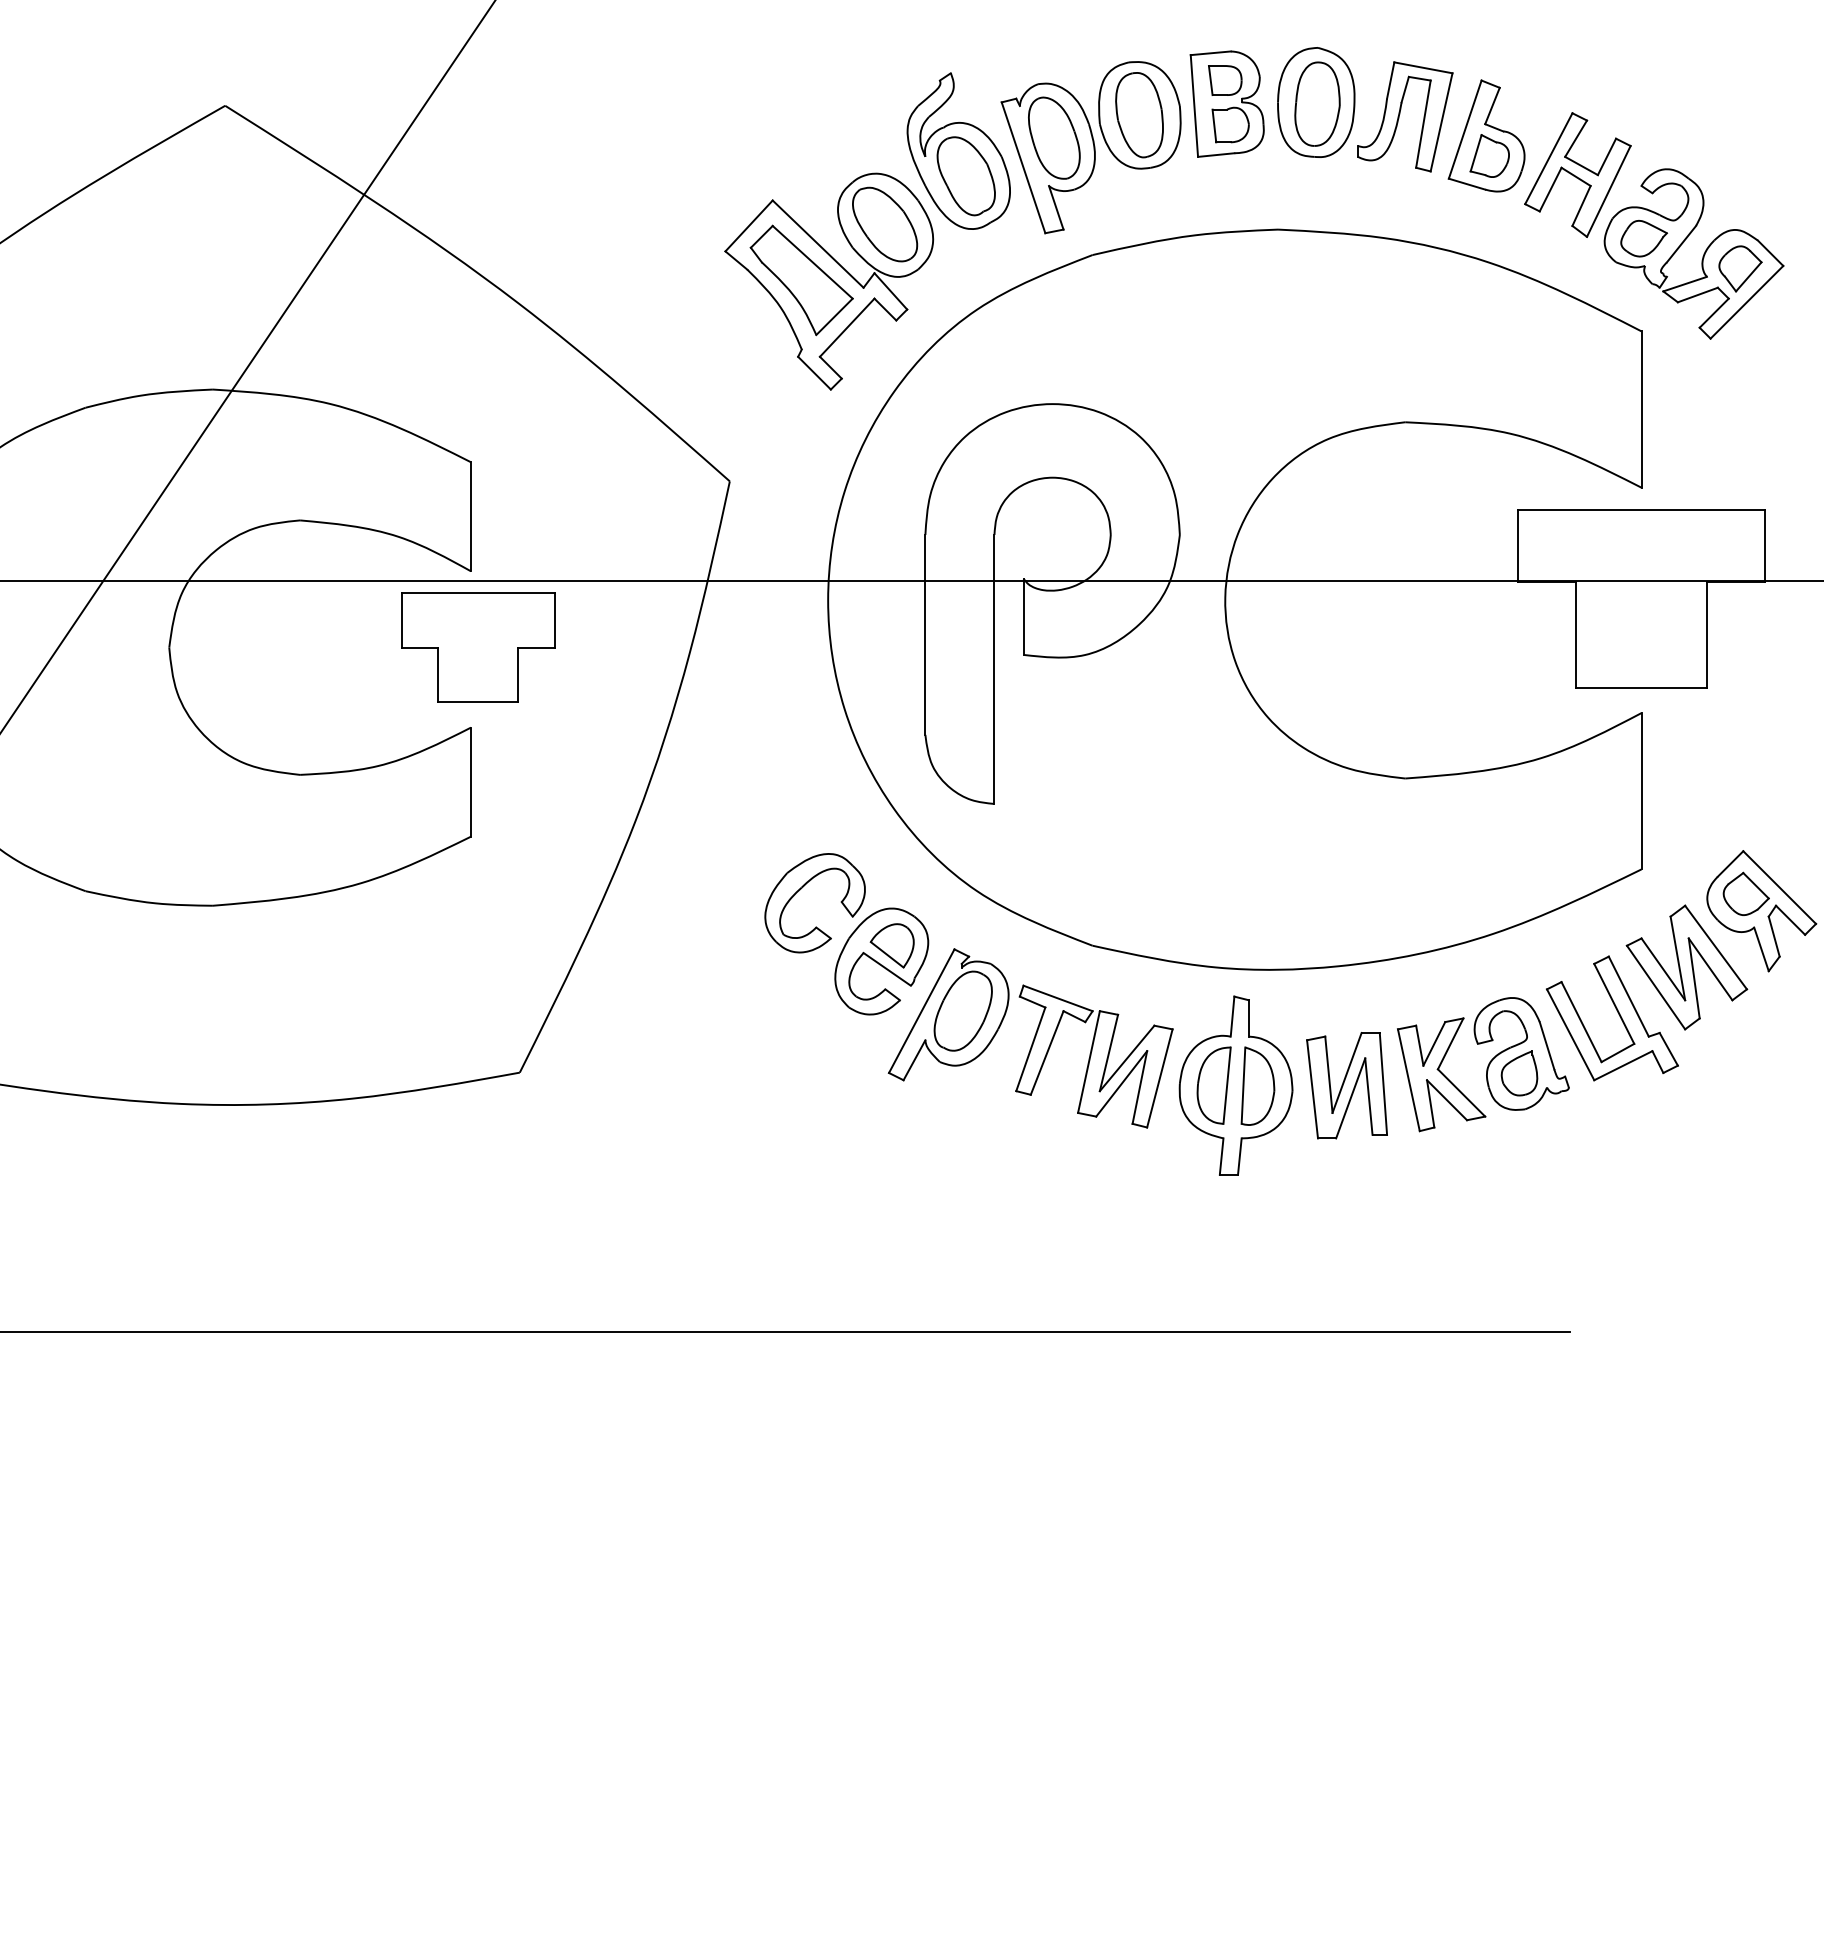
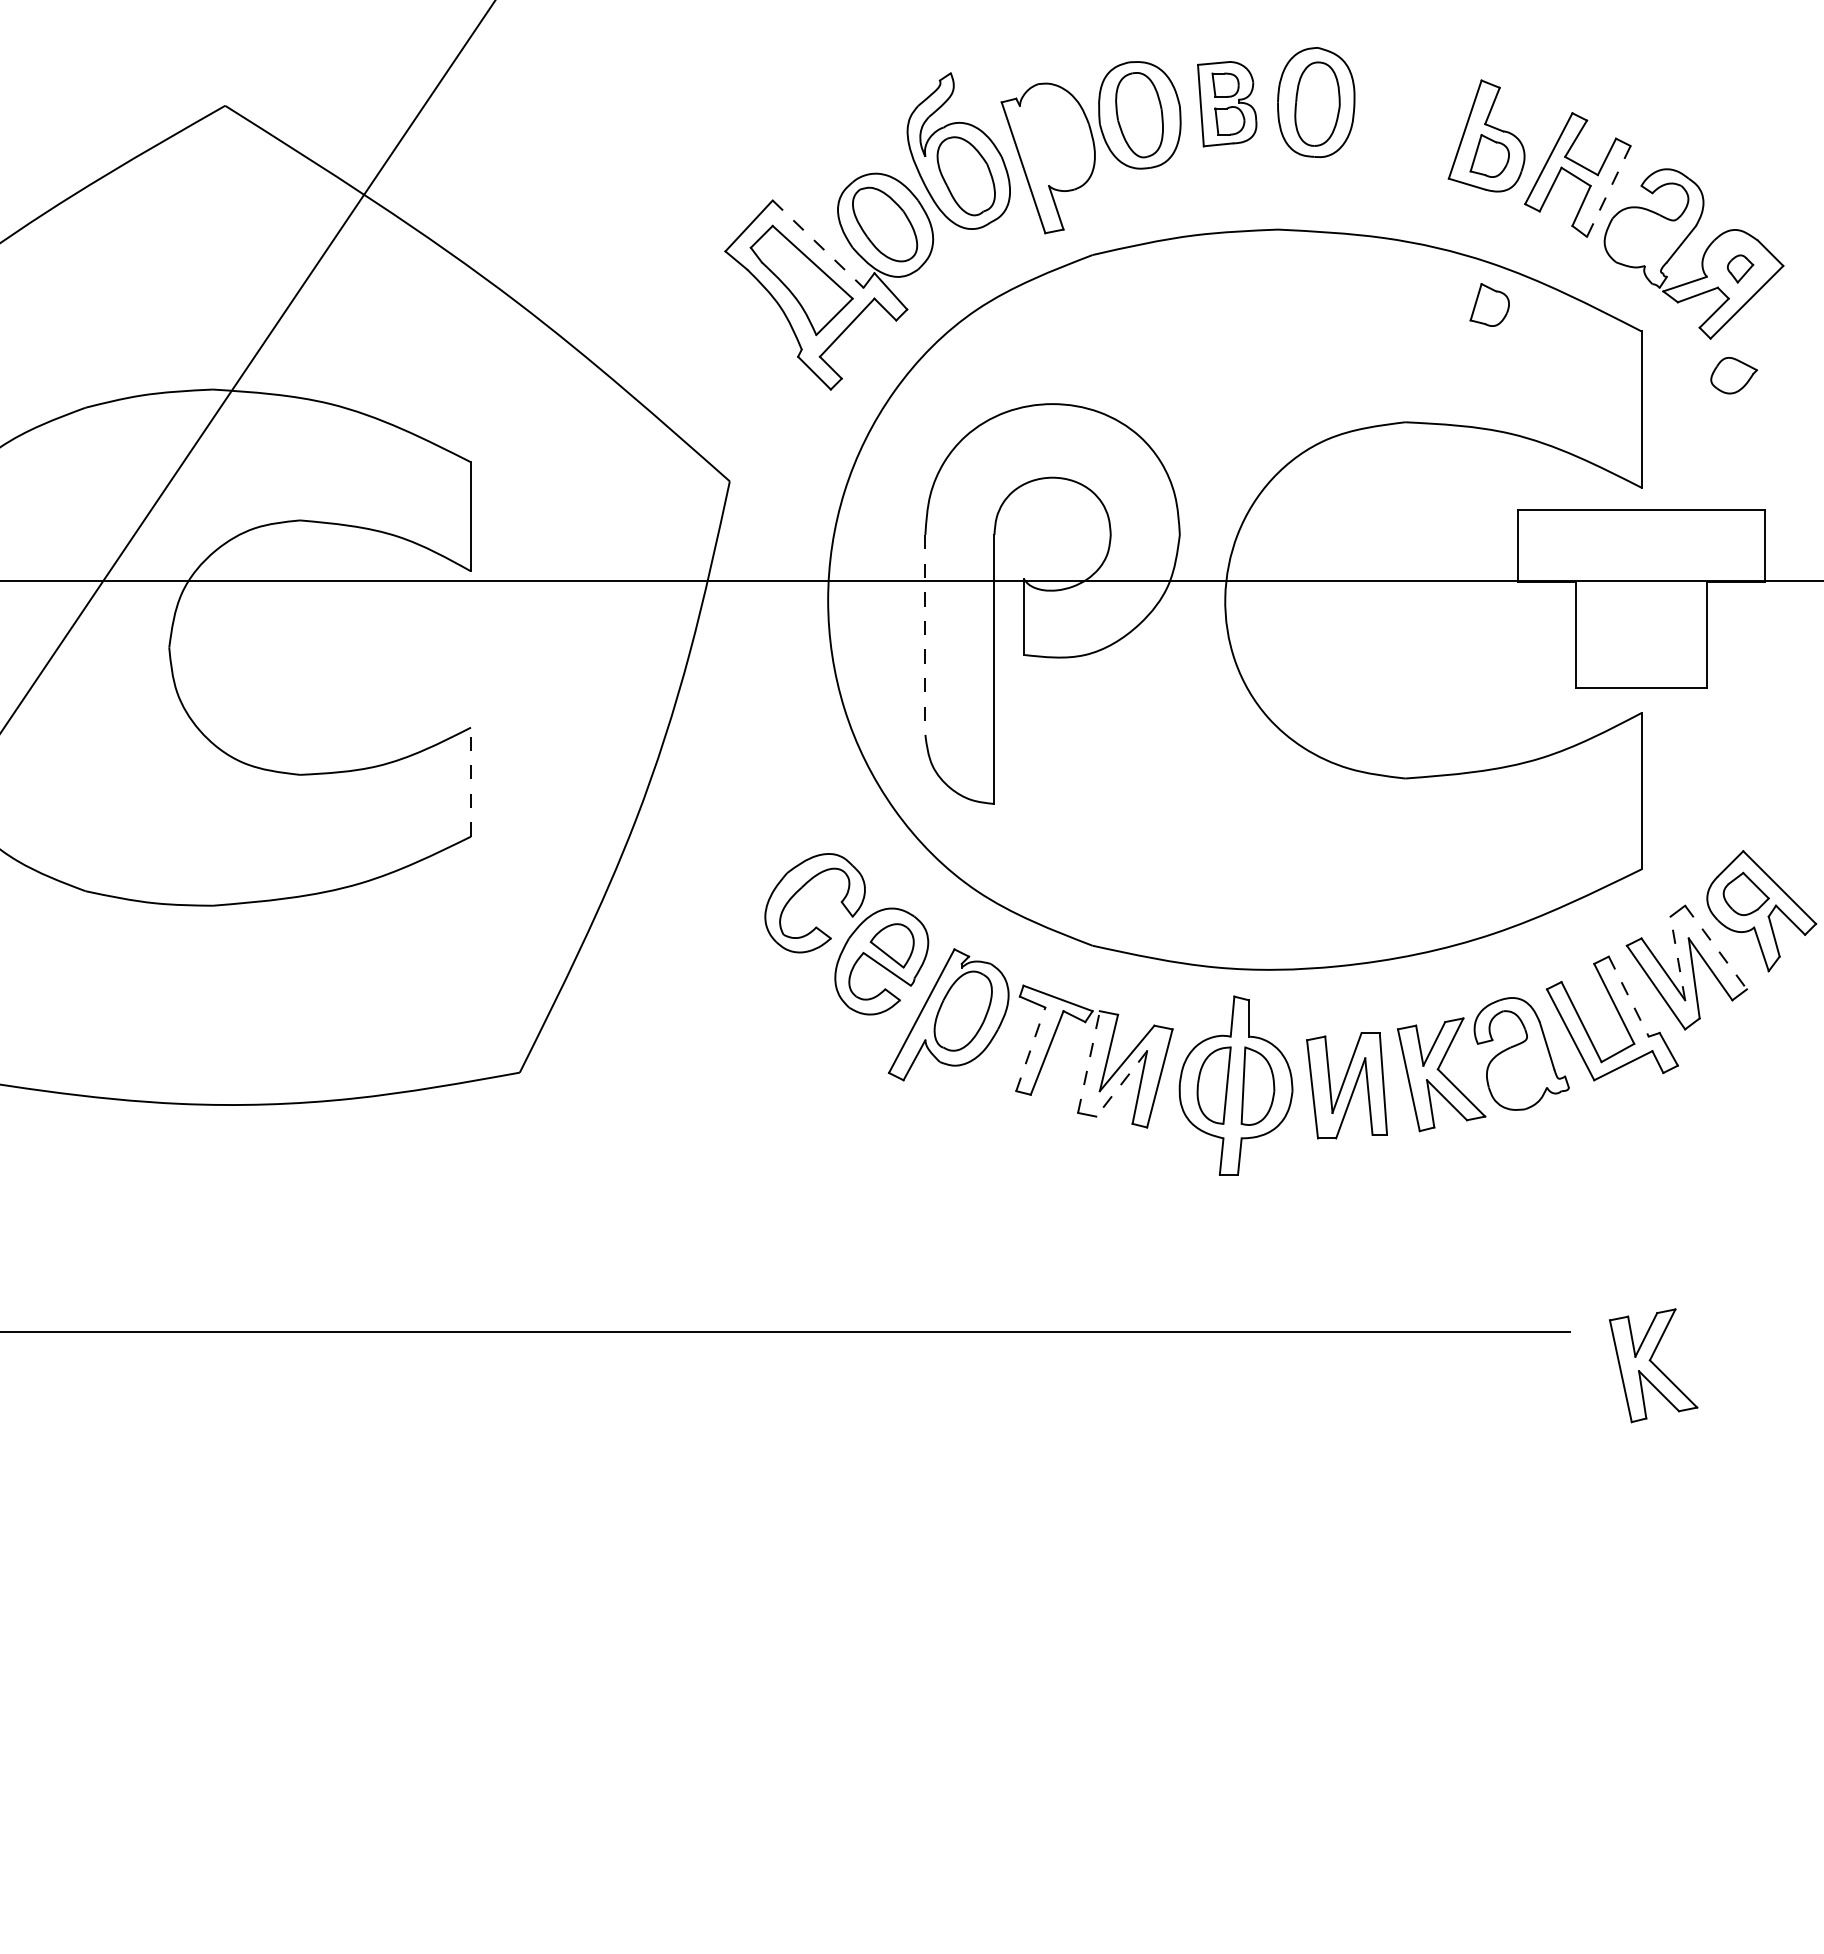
part at (1226, 103) size: 76x108 px -> 61x87 px
part at (1405, 116): present -> none
part at (1054, 137): present -> none
line at (1608, 191): solid -> dashed
part at (1643, 238) position: (1643, 238) -> (1733, 375)
line at (818, 244): solid -> dashed
part at (1740, 268) size: 45x48 px -> 28x30 px
part at (1489, 304): none -> present
line at (925, 634): solid -> dashed
part at (478, 647): present -> none
line at (470, 782): solid -> dashed
line at (1716, 947): solid -> dashed
line at (1677, 957): solid -> dashed
line at (1628, 996): solid -> dashed
line at (1030, 1048): solid -> dashed
line at (1089, 1061): solid -> dashed
part at (1519, 1073): present -> none
line at (1121, 1084): solid -> dashed
part at (1653, 1365): none -> present
